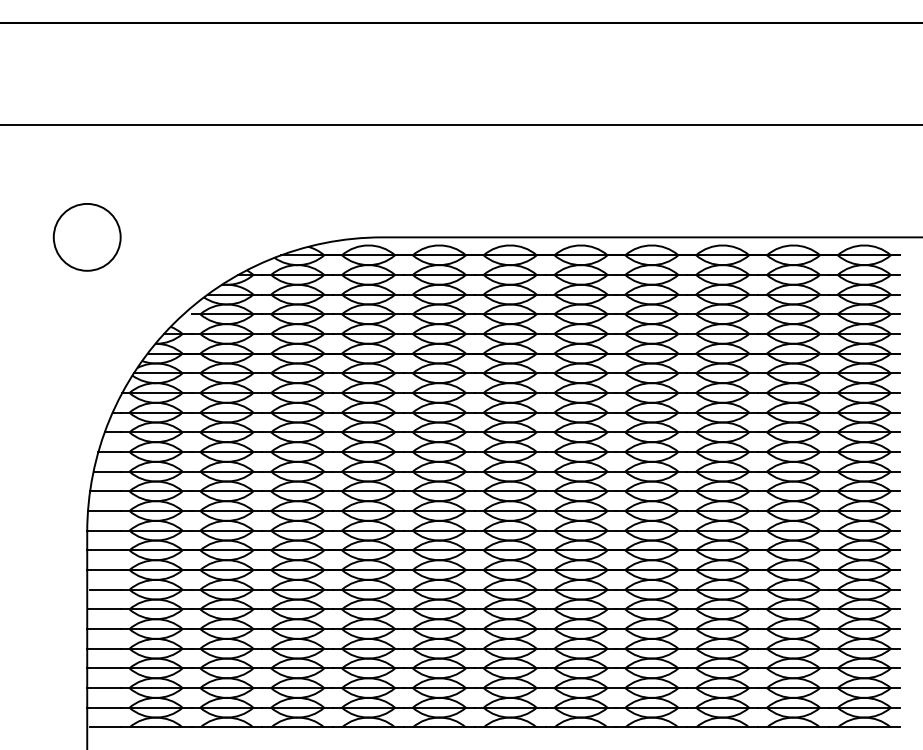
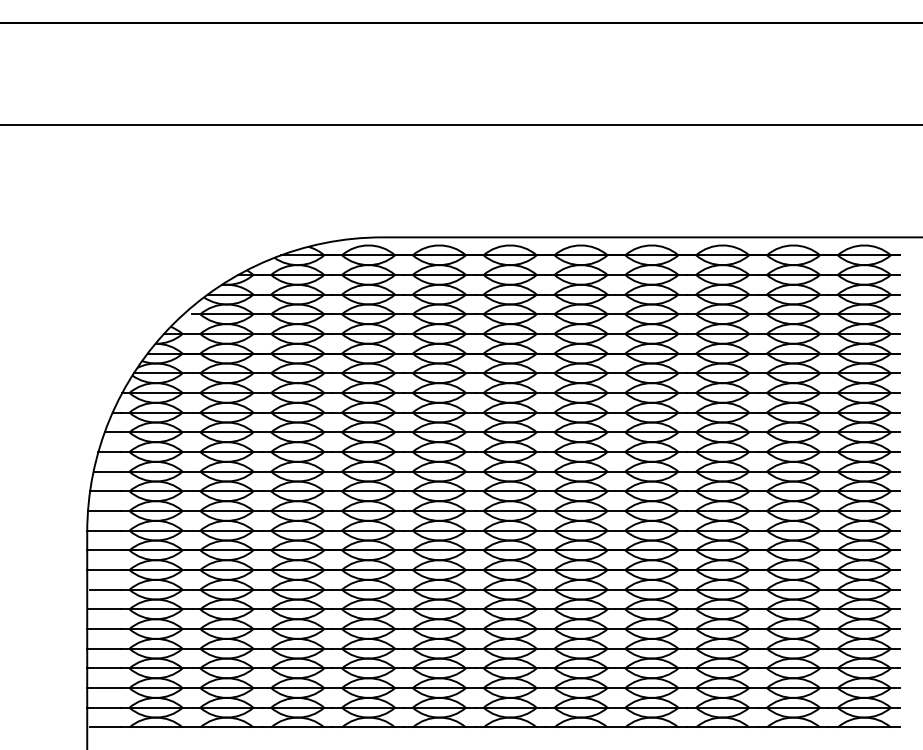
circle at (86, 237): present -> none
